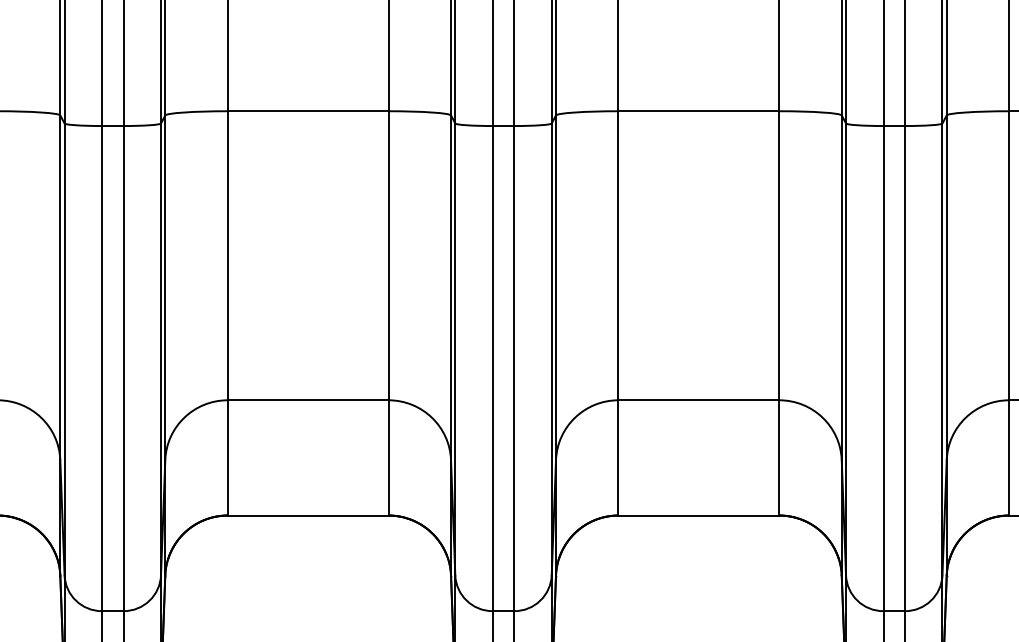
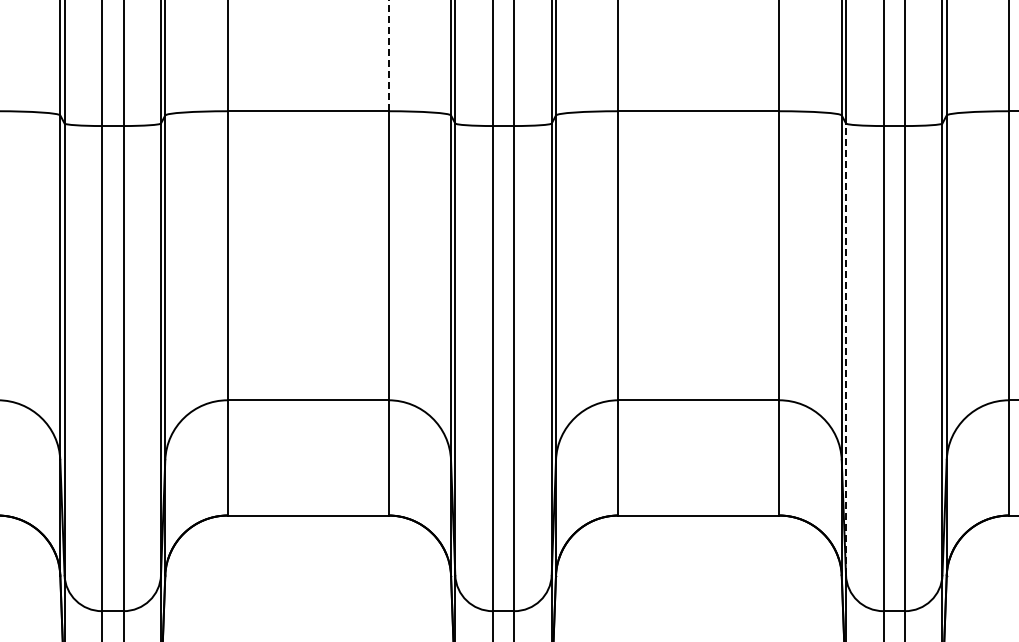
line at (388, 55): solid -> dashed
line at (846, 349): solid -> dashed
